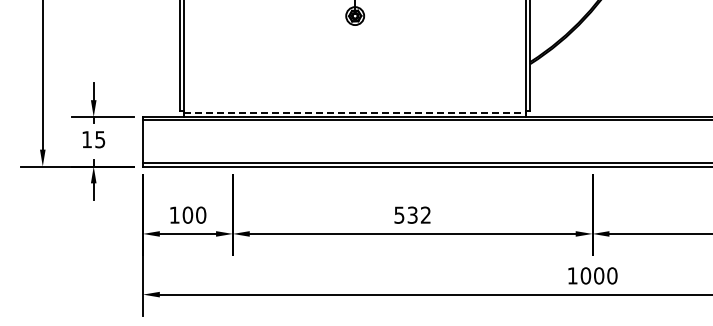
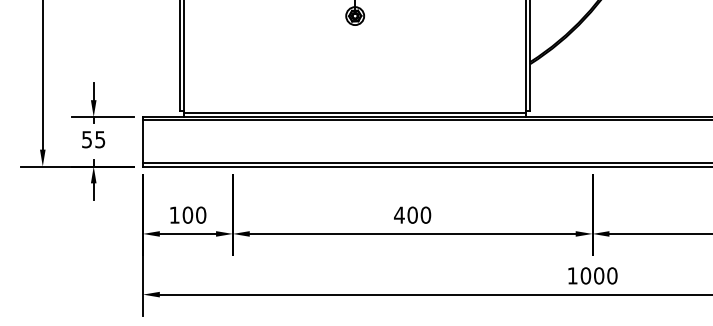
line at (355, 112): dashed -> solid
text at (86, 139): 15 -> 55
text at (412, 214): 532 -> 400
